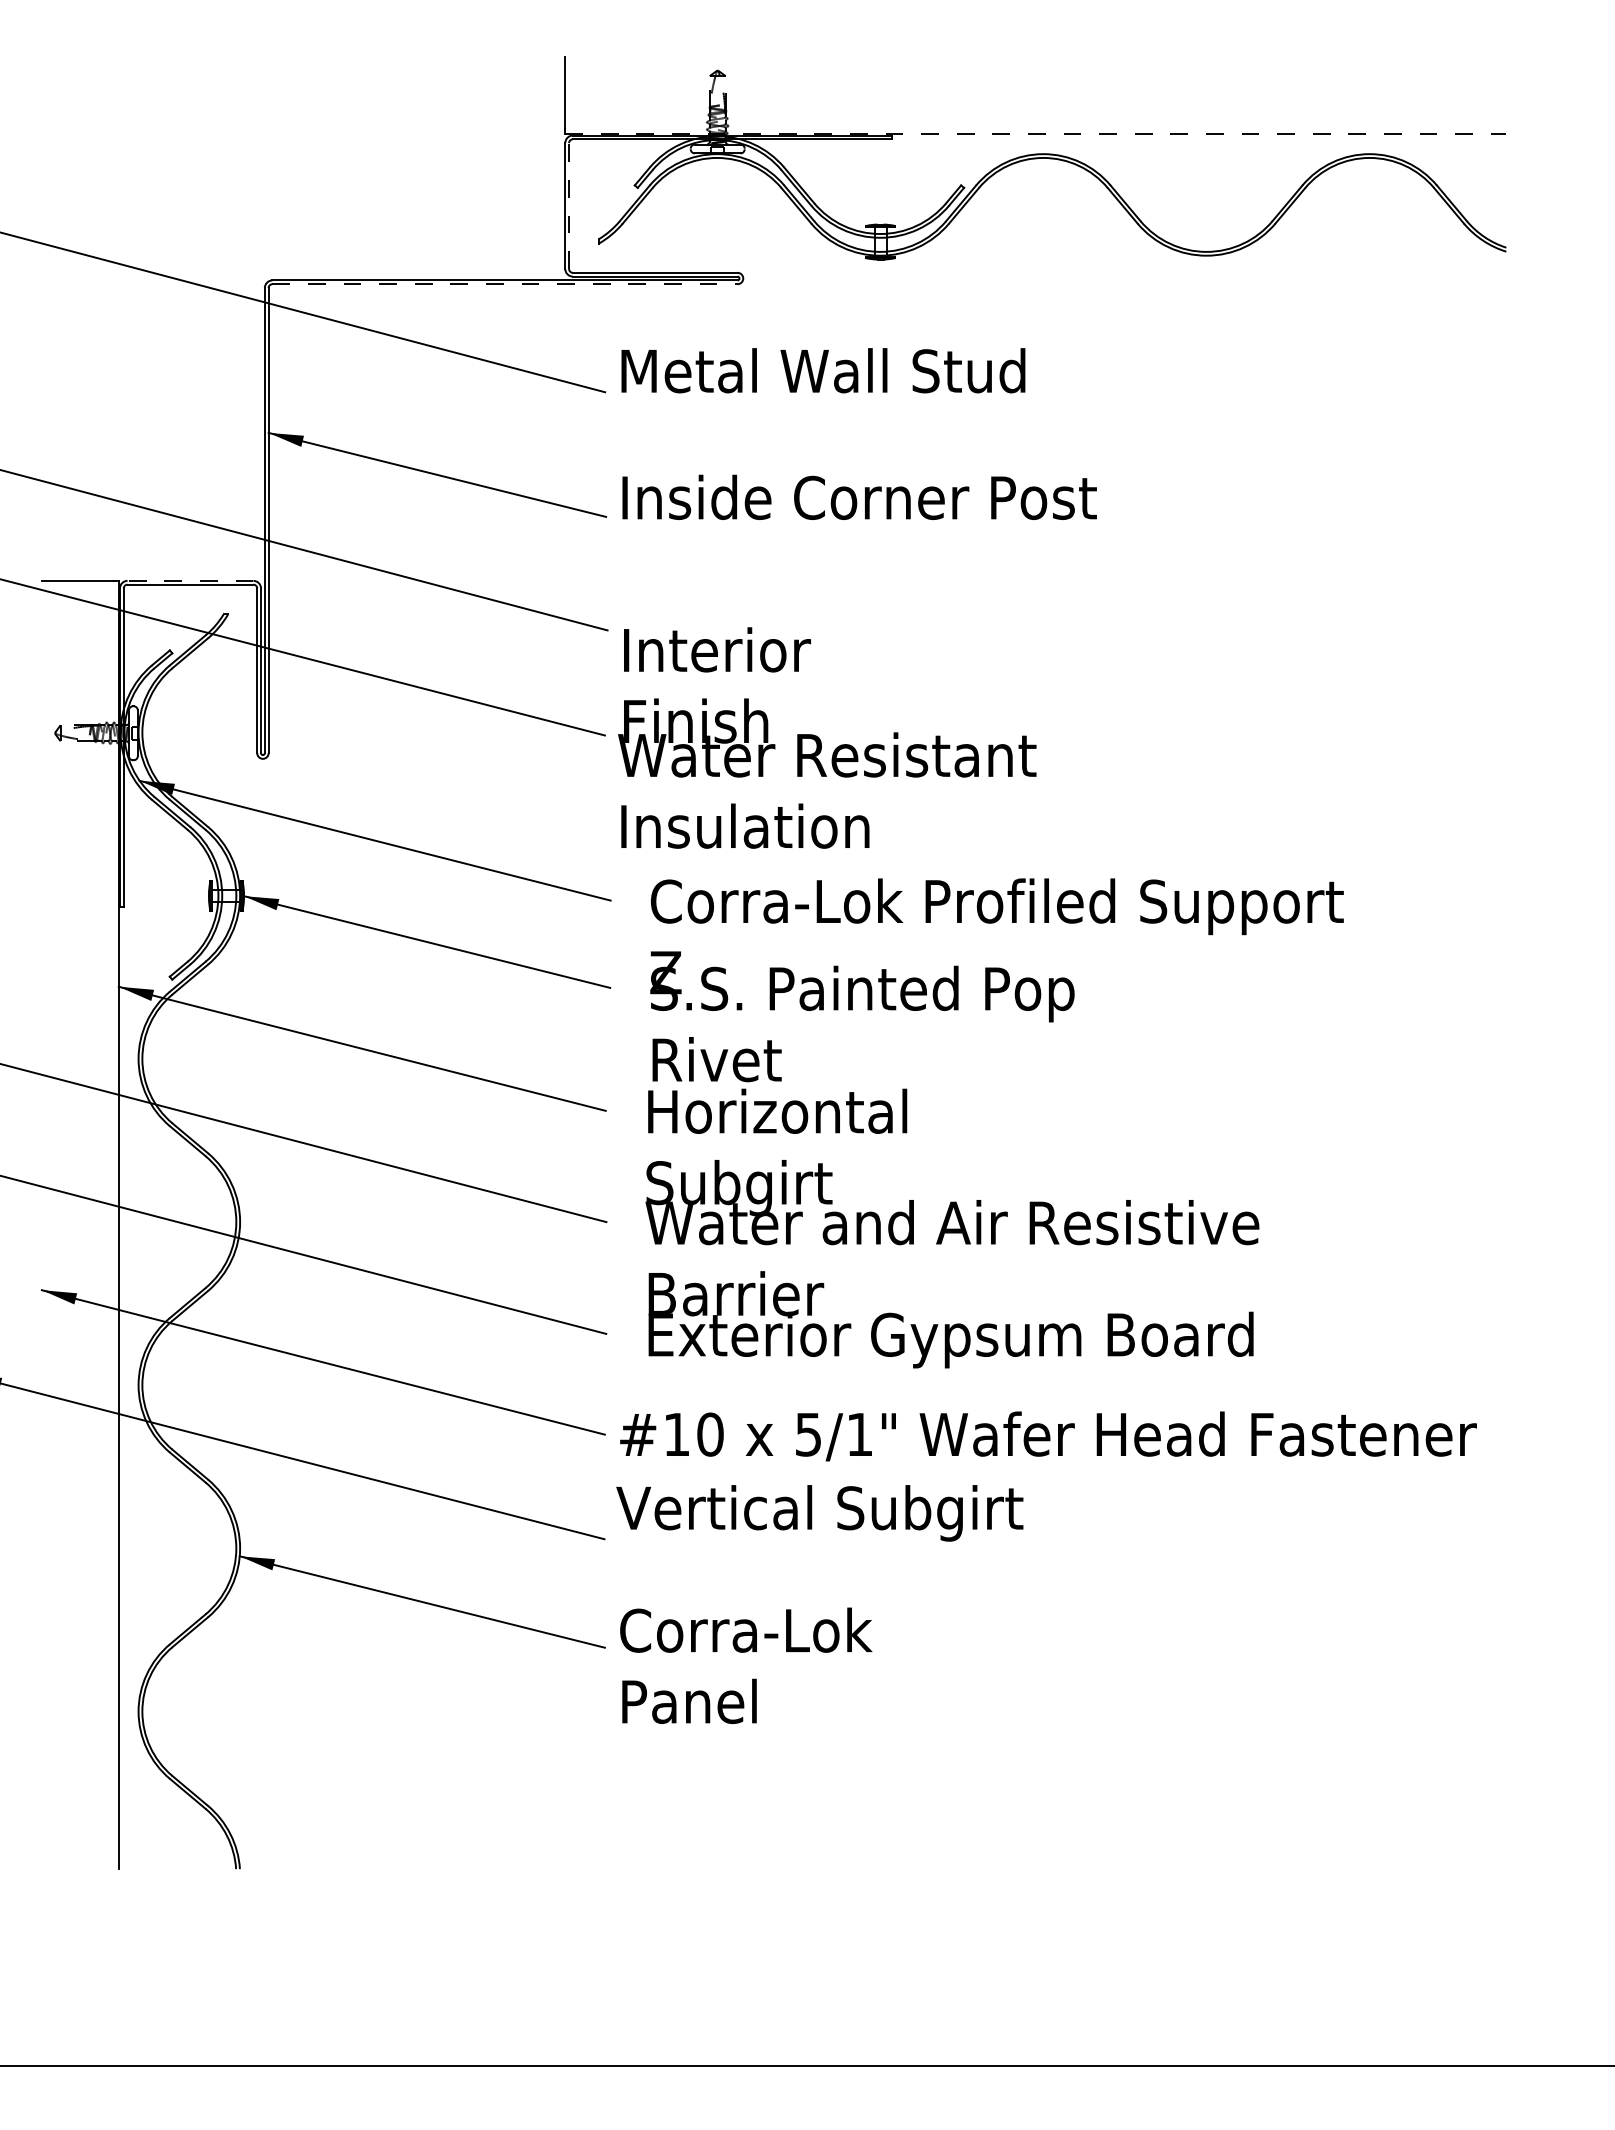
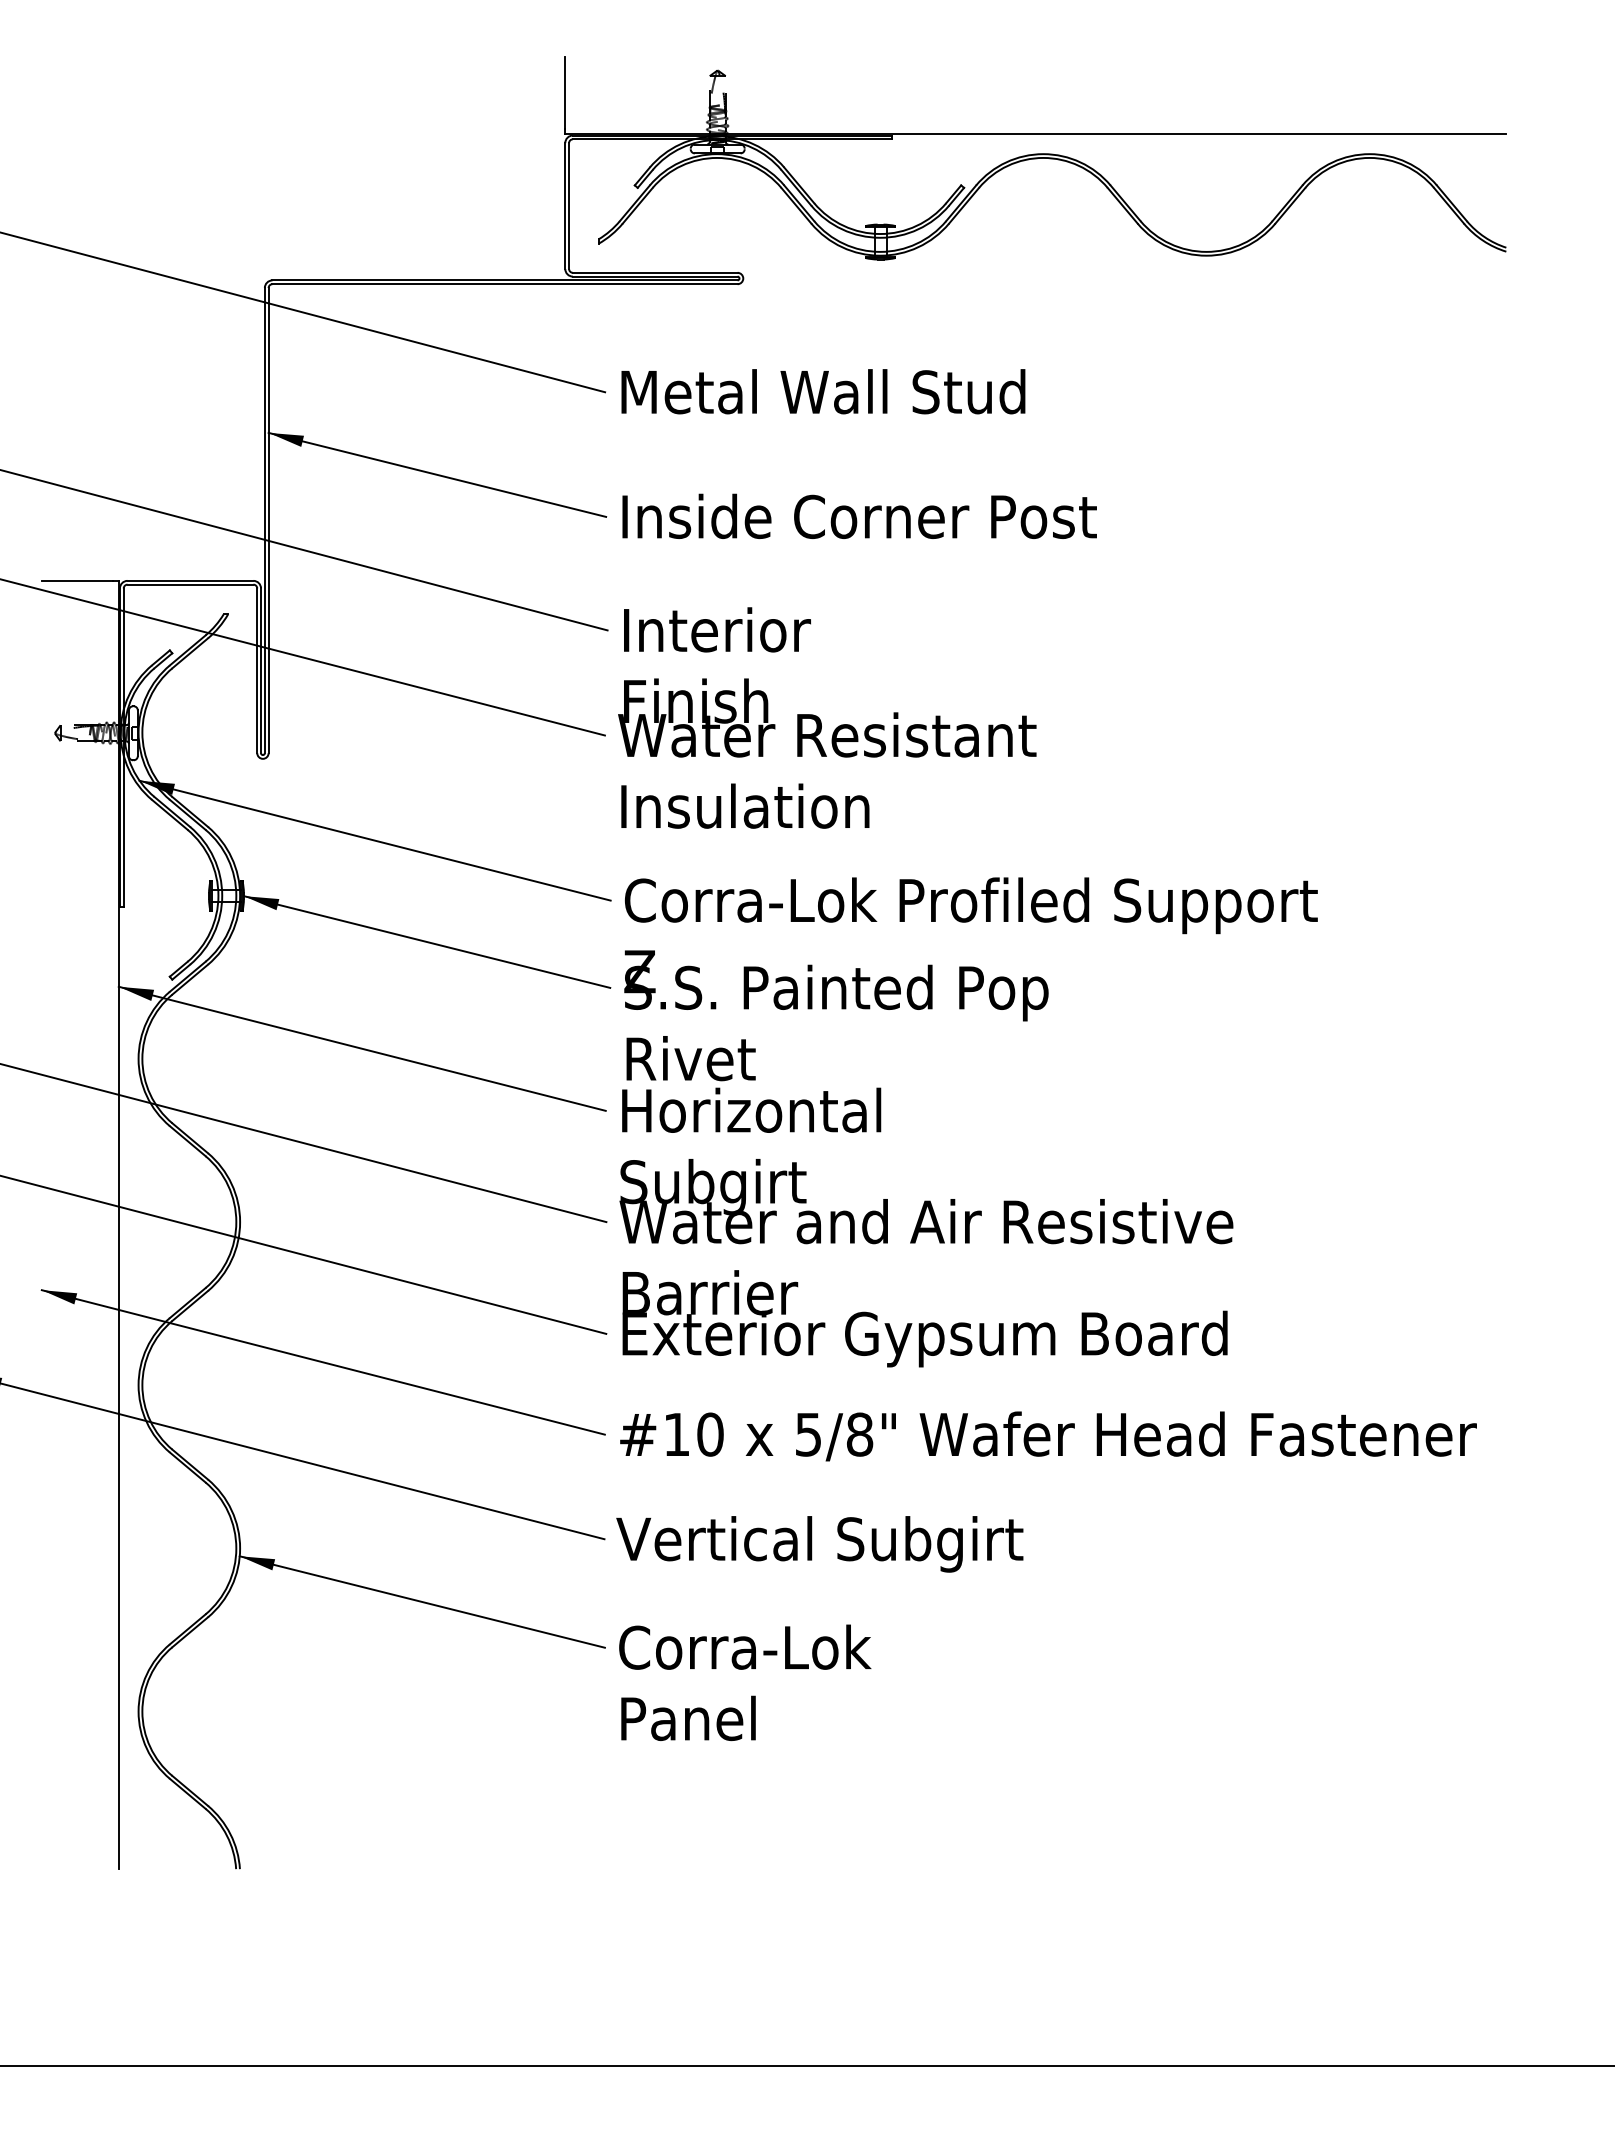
line at (1035, 134): dashed -> solid
line at (569, 206): dashed -> solid
line at (505, 284): dashed -> solid
text at (823, 370) position: (823, 370) -> (823, 391)
text at (859, 496) position: (859, 496) -> (859, 515)
line at (190, 580): dashed -> solid
text at (827, 737) position: (827, 737) -> (827, 717)
text at (994, 1123) position: (994, 1123) -> (968, 1122)
text at (860, 1434): 5/1" -> 5/8"
text at (819, 1513) position: (819, 1513) -> (819, 1544)
text at (746, 1665) position: (746, 1665) -> (745, 1682)
